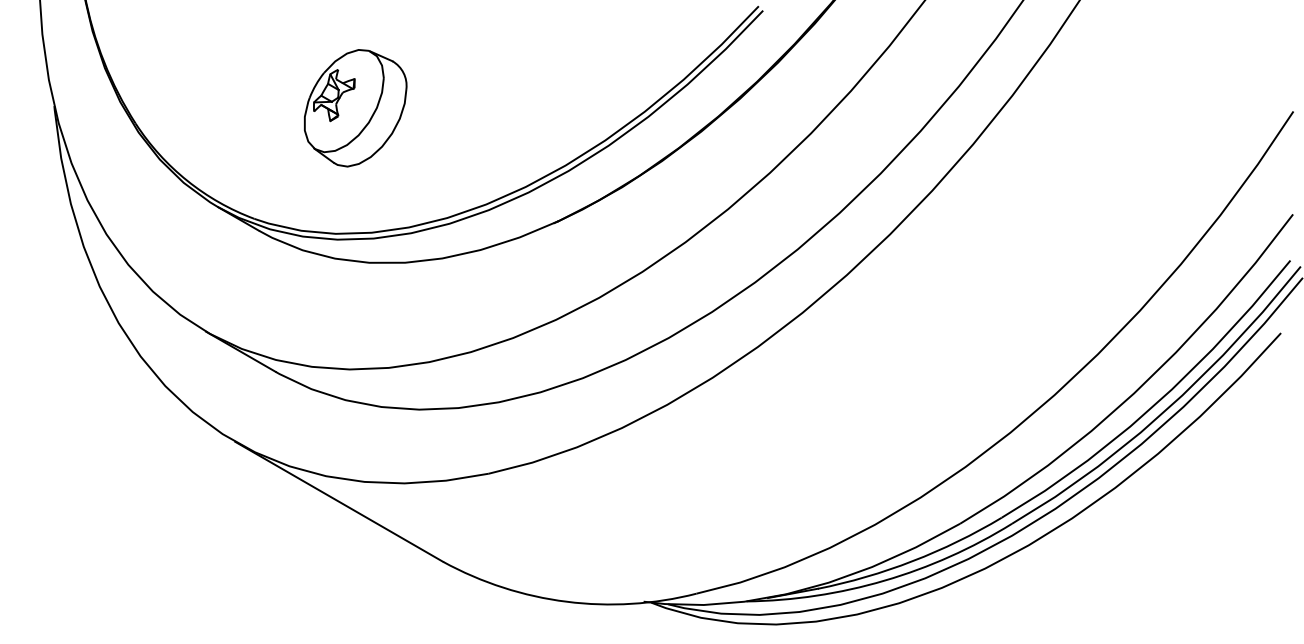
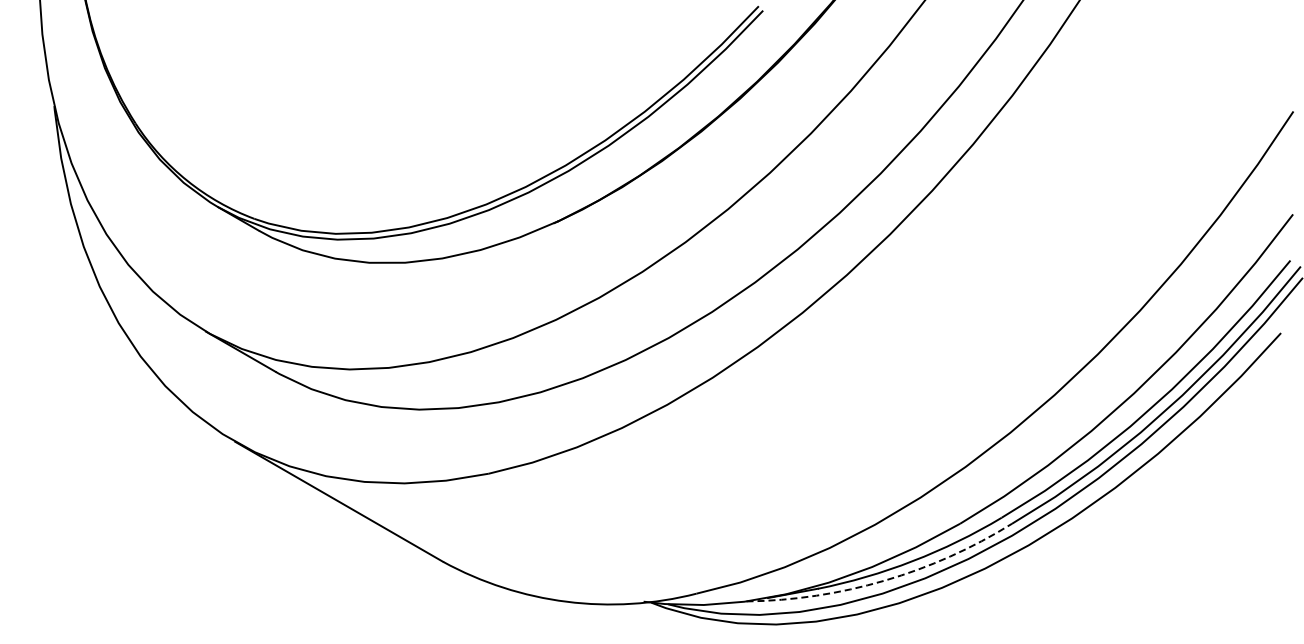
part at (355, 108): present -> none
arc at (884, 580): solid -> dashed
